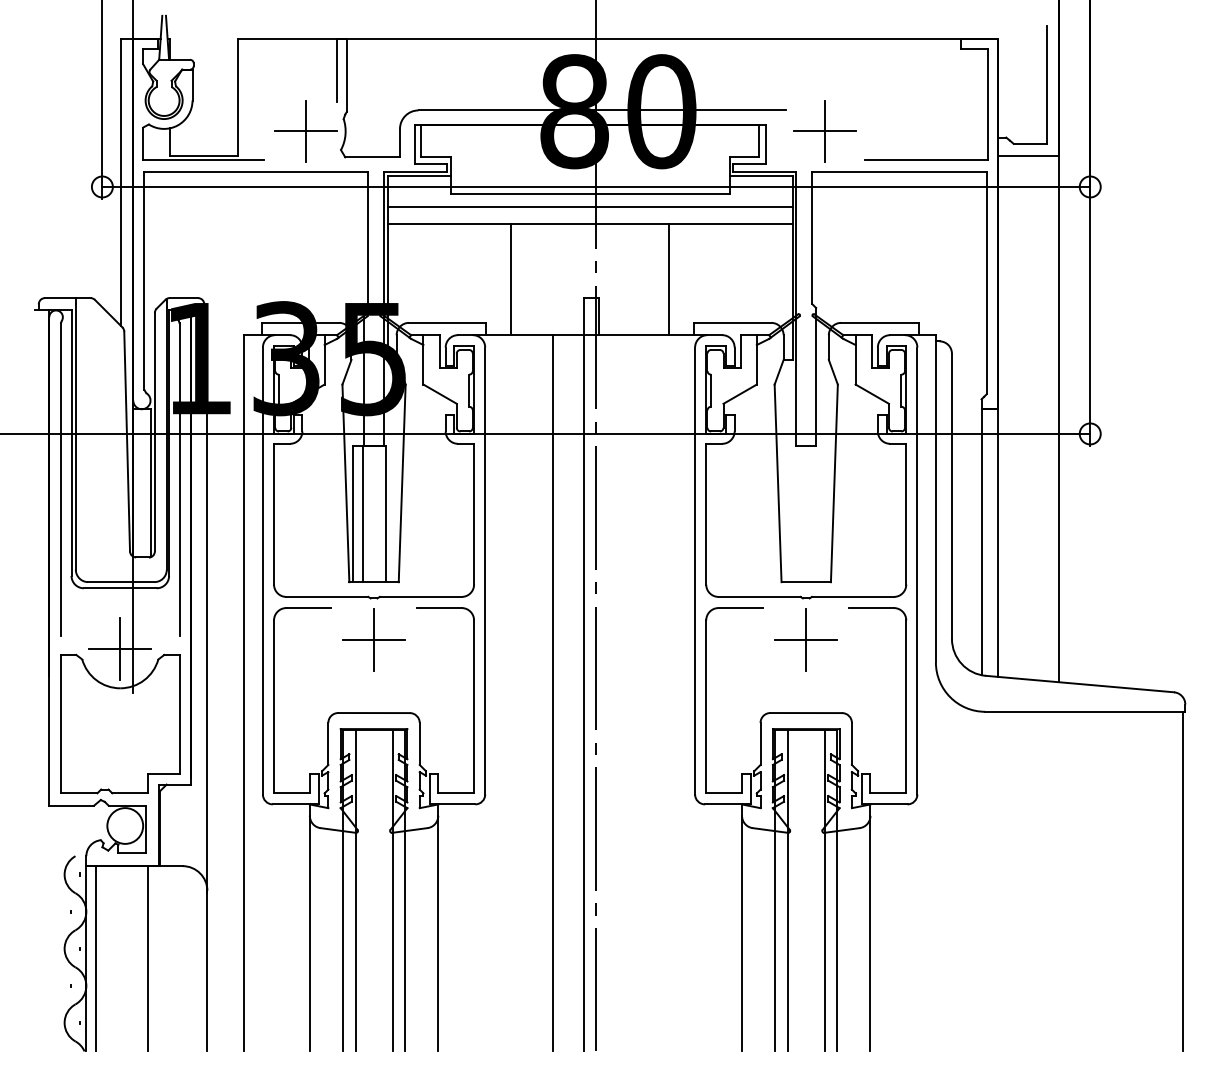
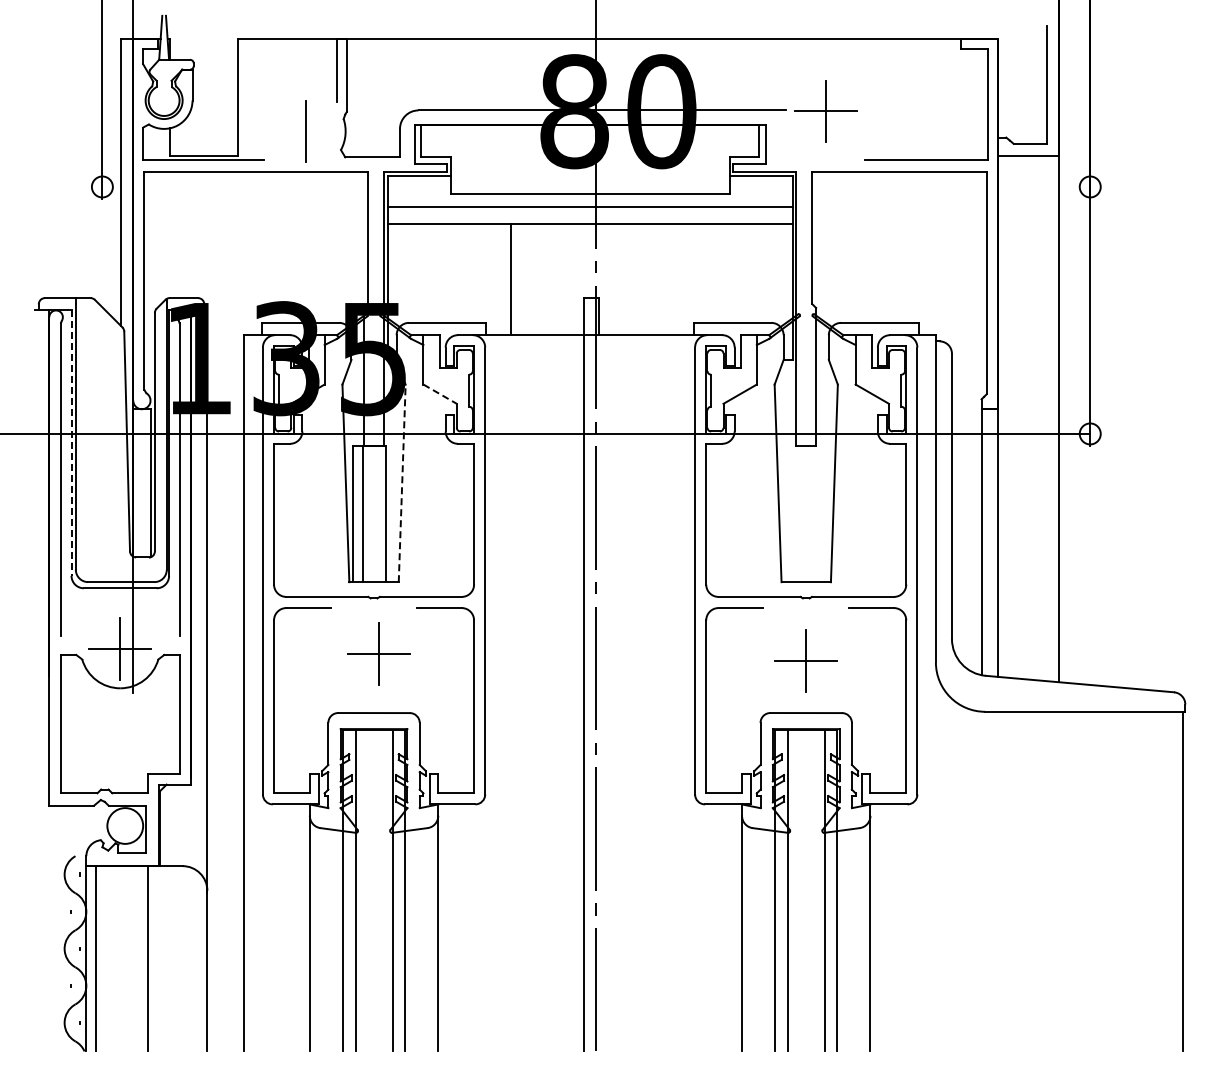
line at (306, 131): present -> none
part at (824, 131) position: (824, 131) -> (825, 111)
line at (596, 186): present -> none
line at (669, 279): present -> none
line at (440, 394): solid -> dashed
line at (71, 443): solid -> dashed
line at (402, 483): solid -> dashed
part at (373, 639) position: (373, 639) -> (378, 653)
part at (805, 639) position: (805, 639) -> (805, 660)
line at (553, 693): present -> none
